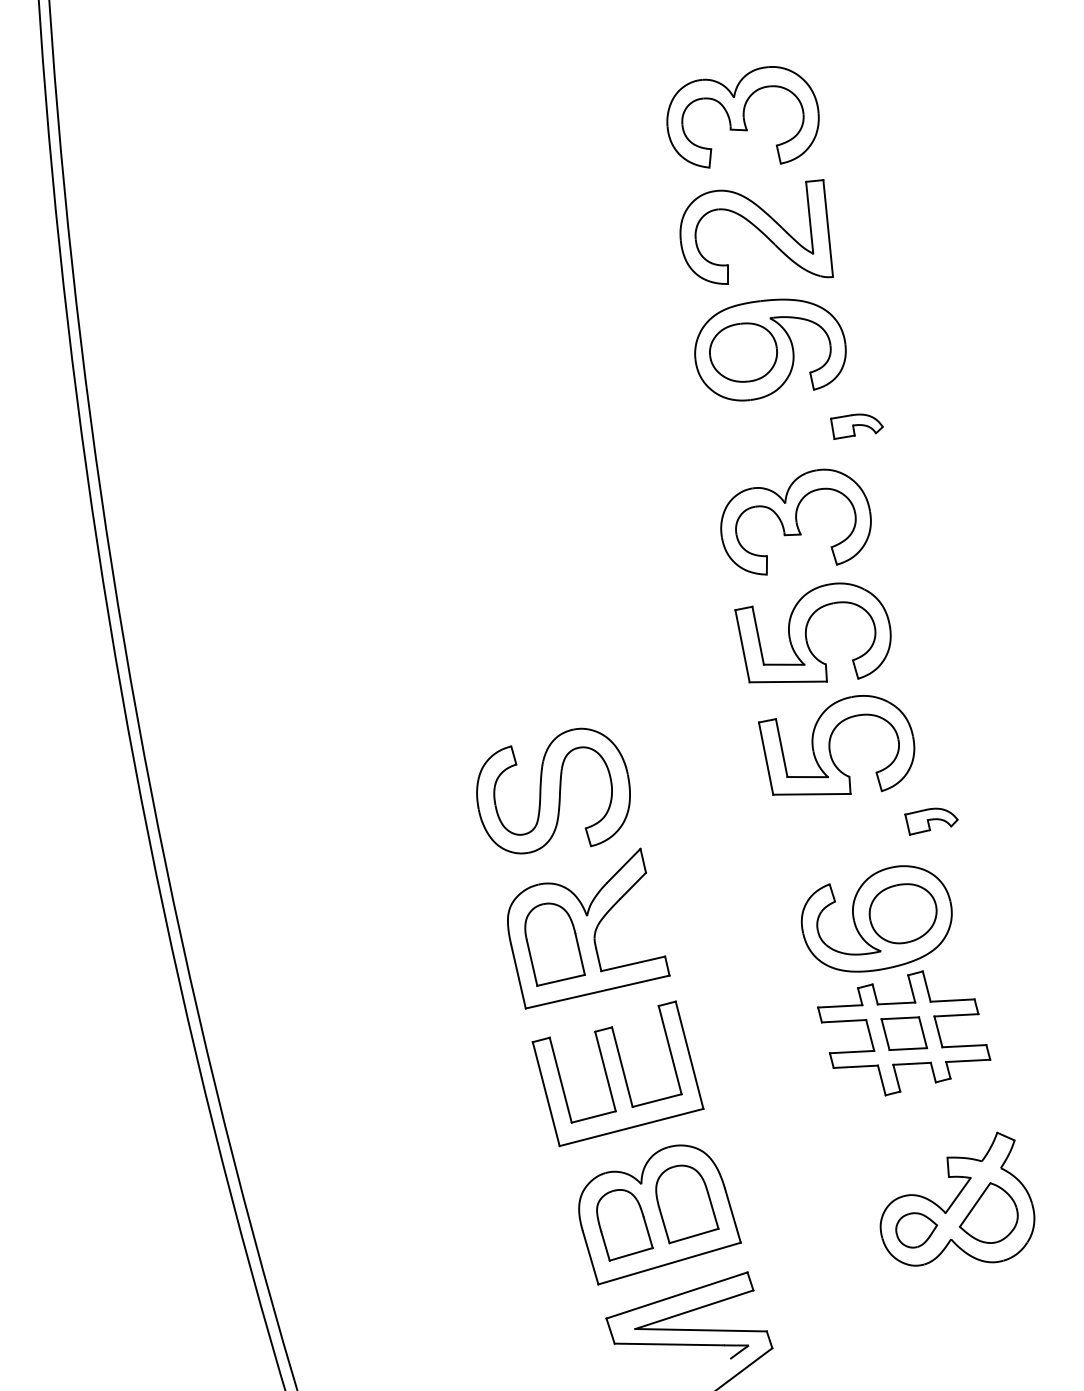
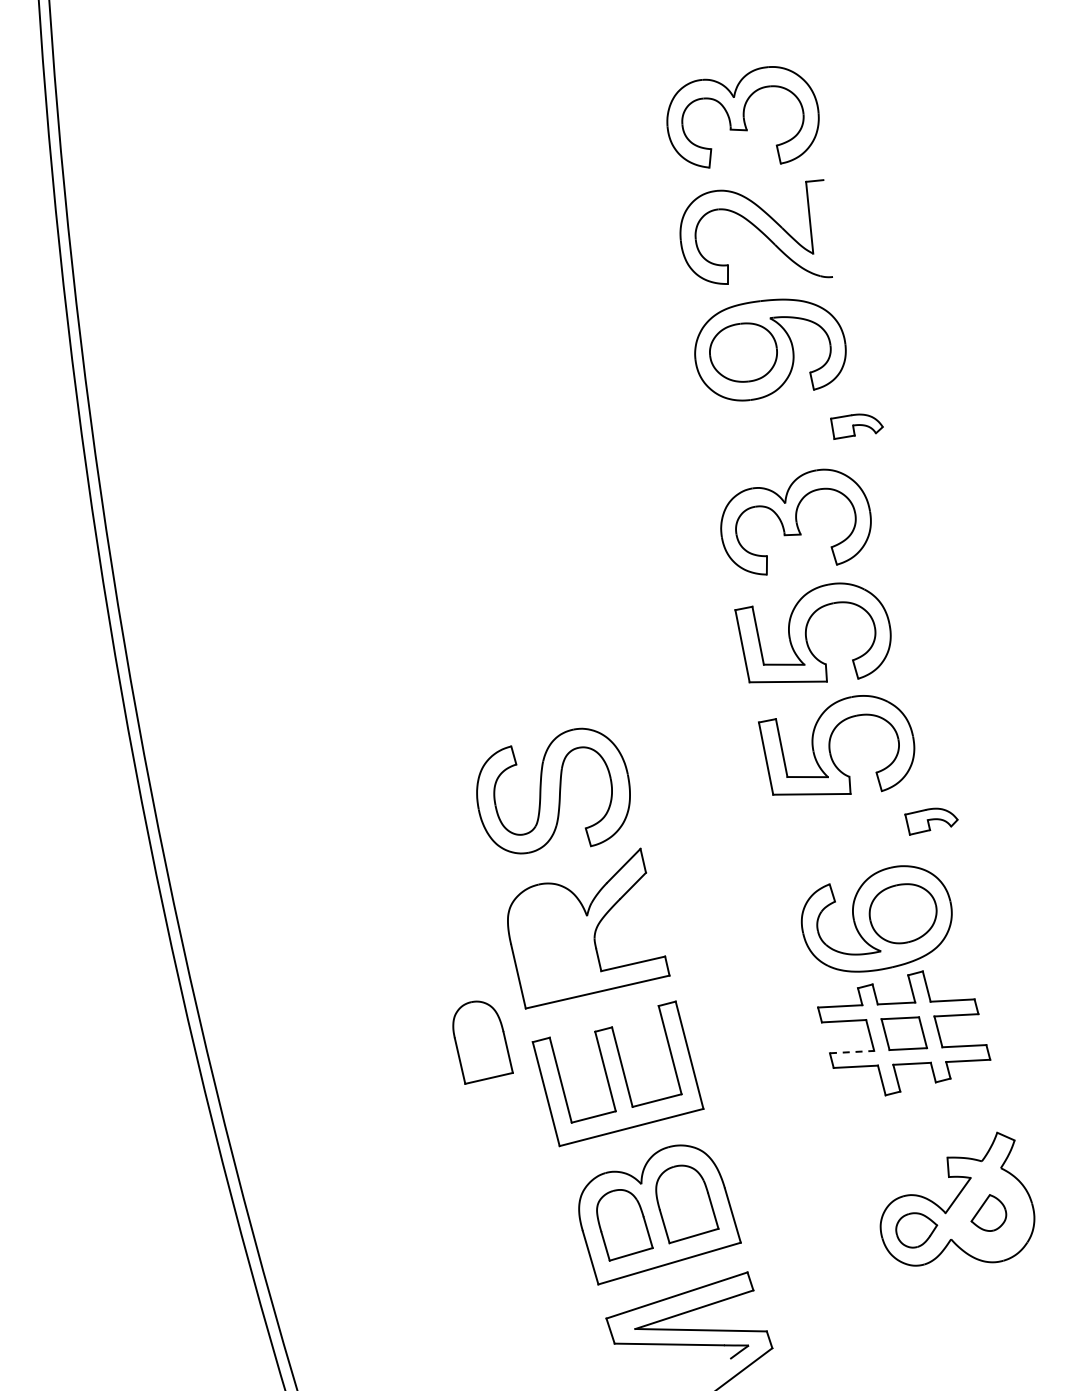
line at (828, 228): present -> none
part at (554, 944) position: (554, 944) -> (482, 1042)
line at (852, 1052): solid -> dashed
part at (988, 1212) size: 60x62 px -> 38x38 px
